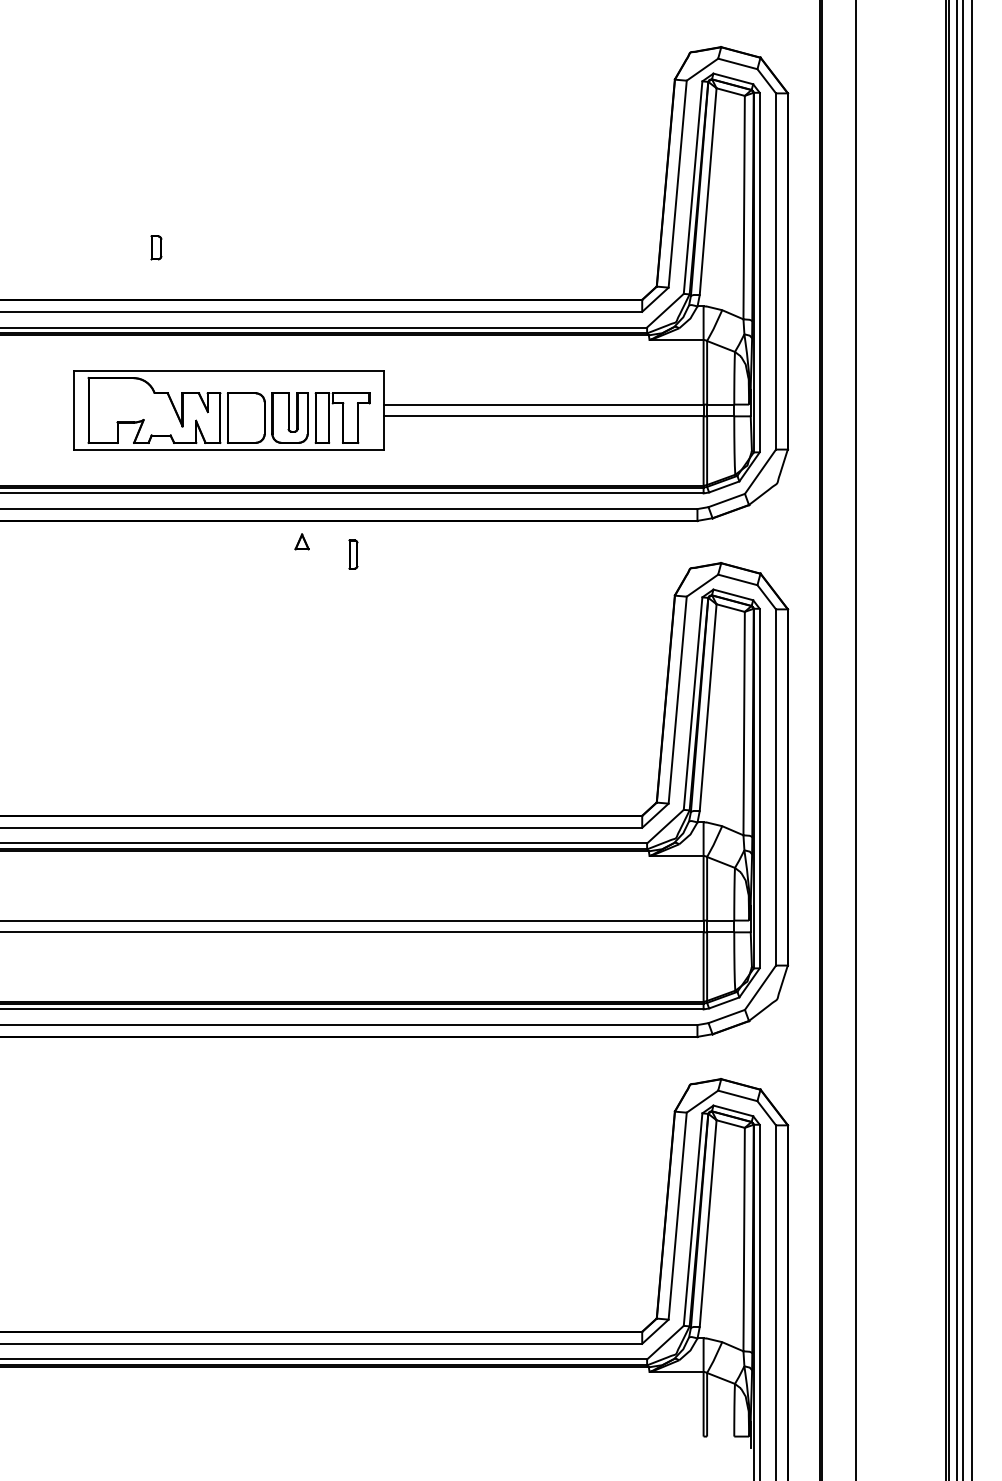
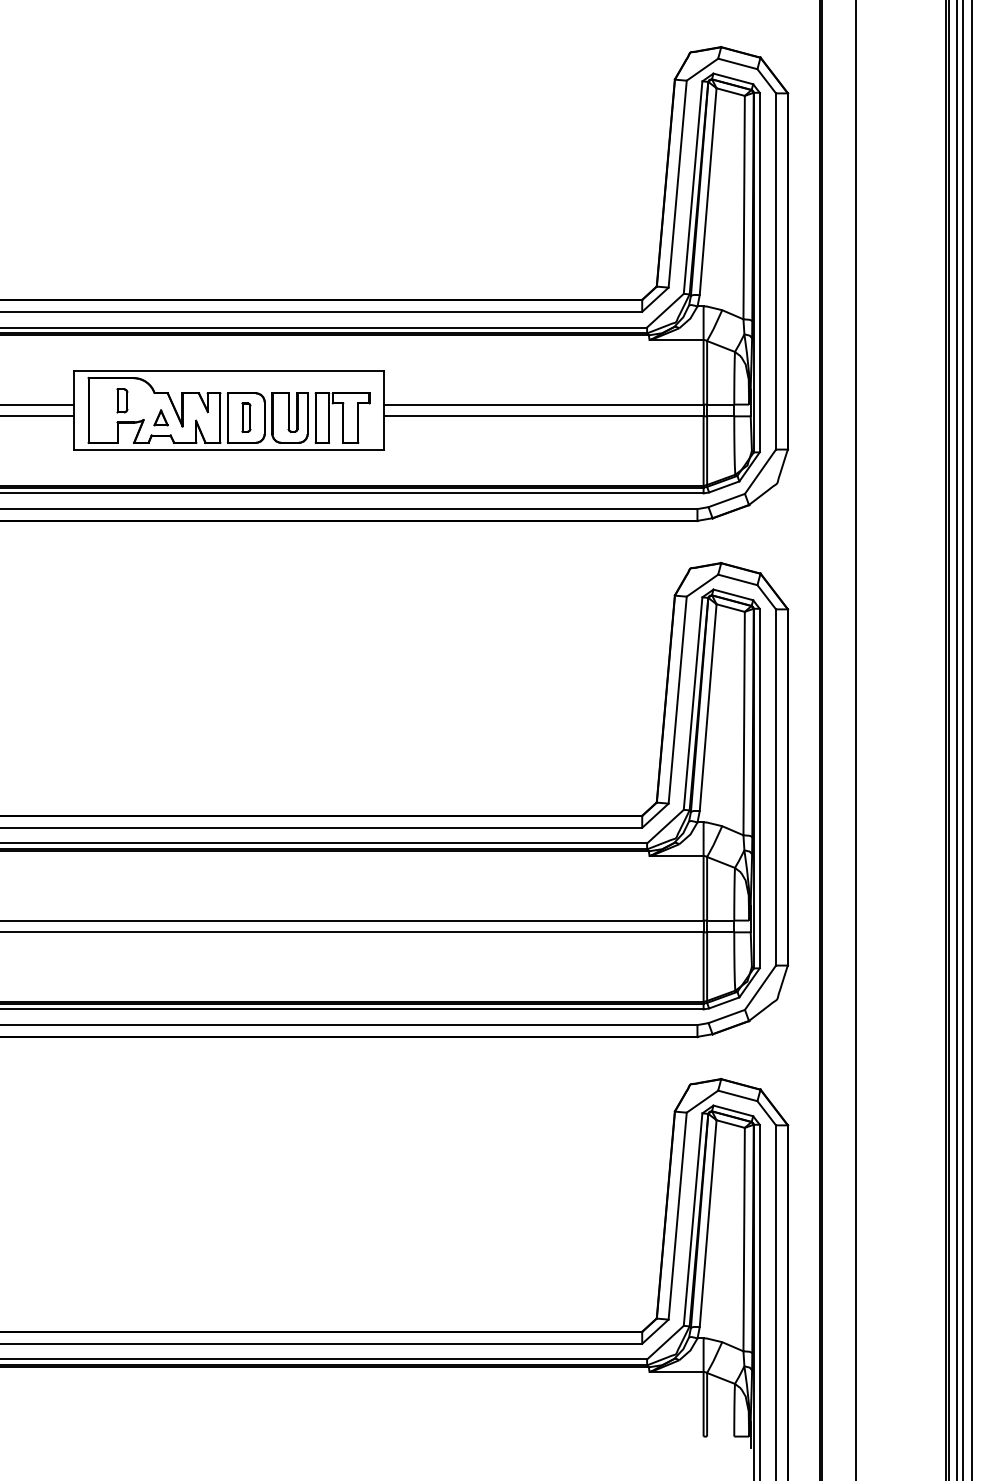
part at (156, 247) position: (156, 247) -> (122, 400)
line at (37, 404): none -> present
line at (37, 416): none -> present
part at (301, 541) position: (301, 541) -> (160, 417)
part at (353, 554) position: (353, 554) -> (246, 417)
